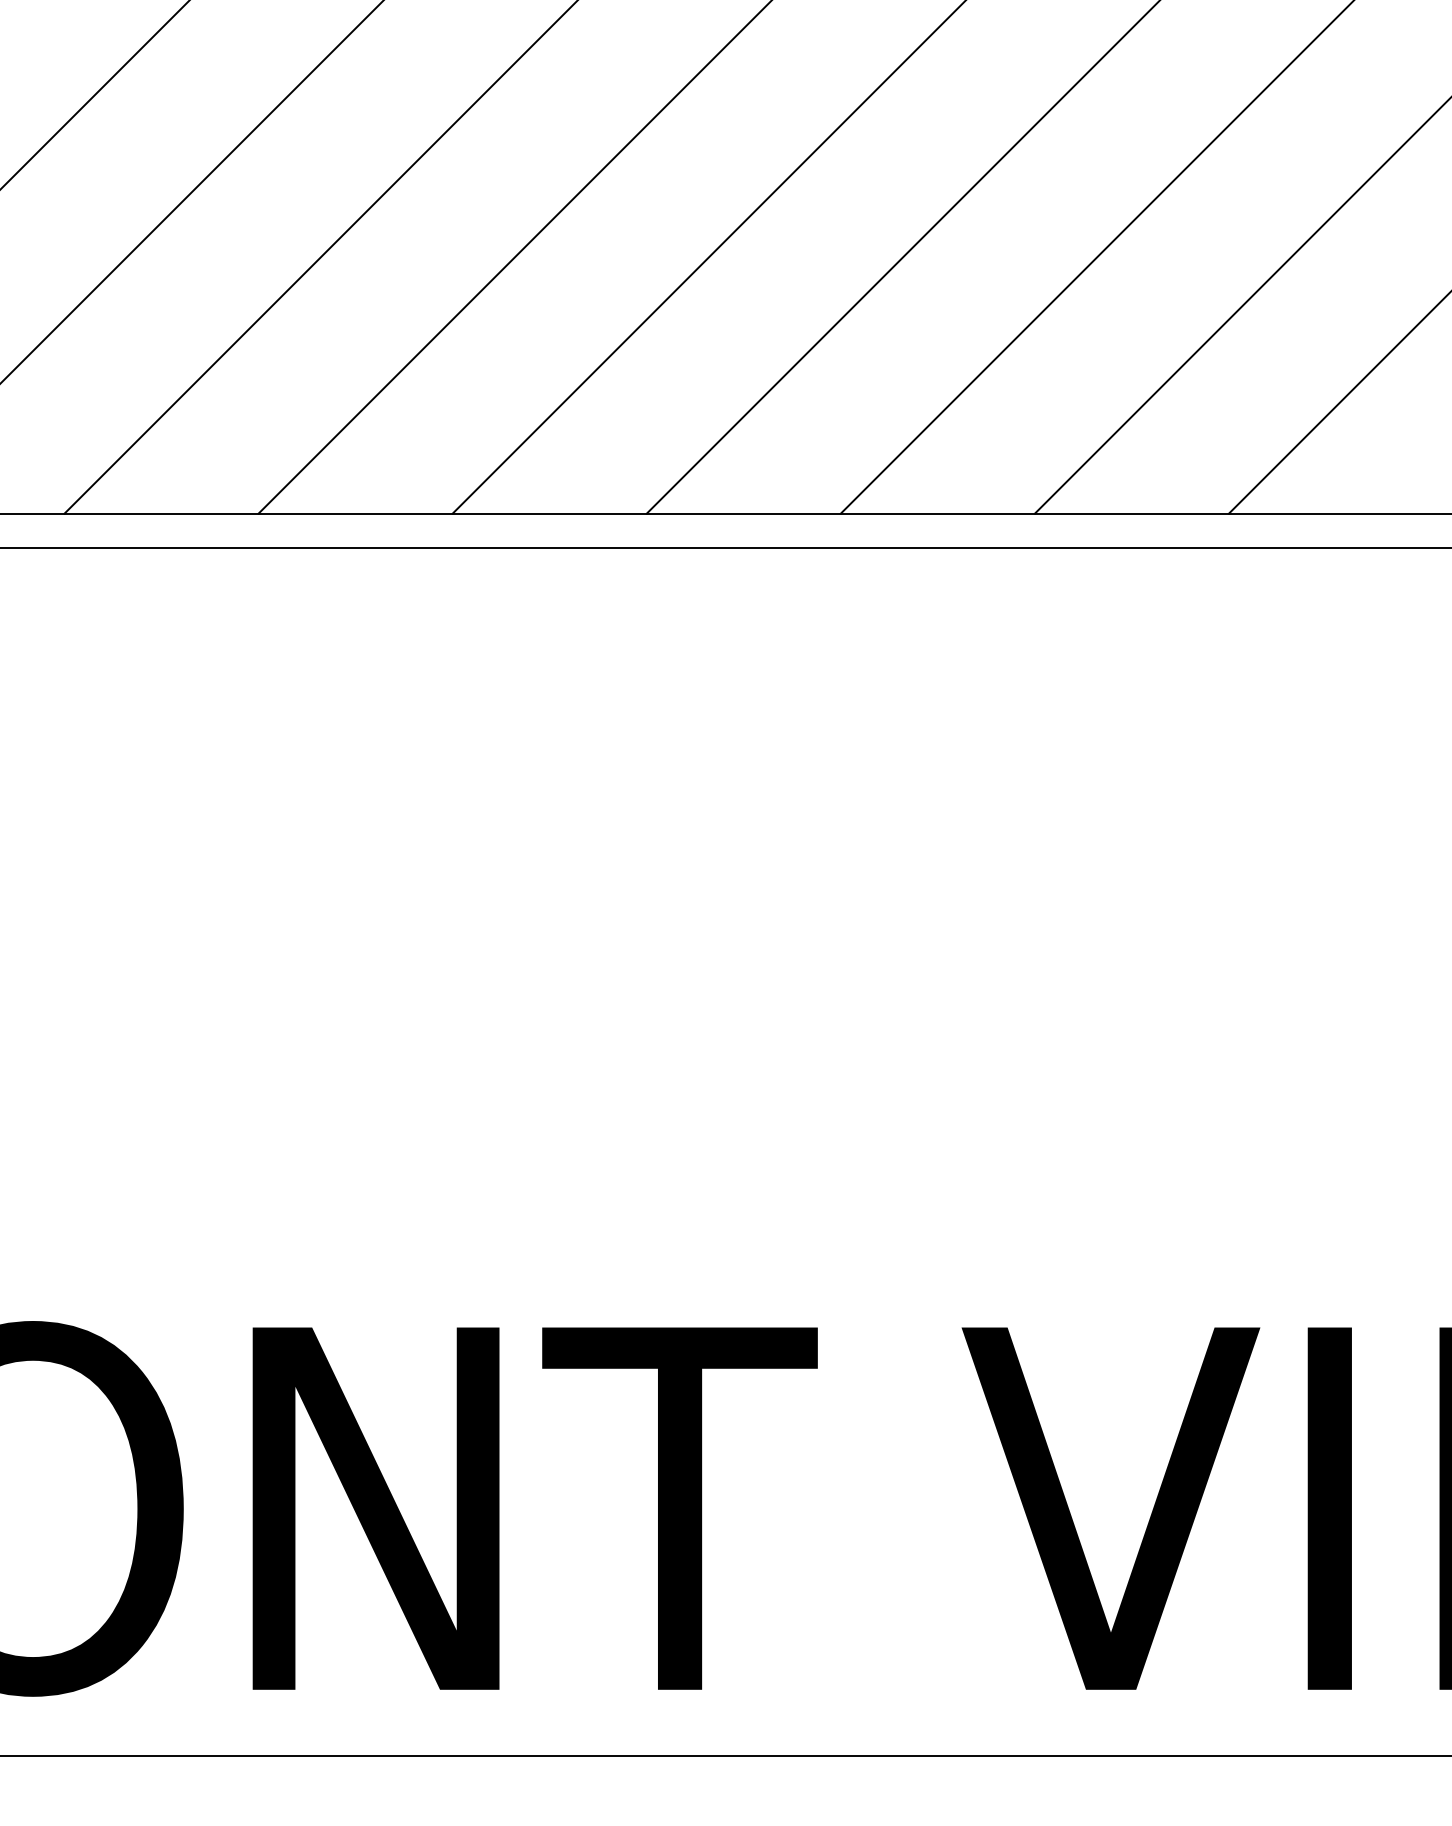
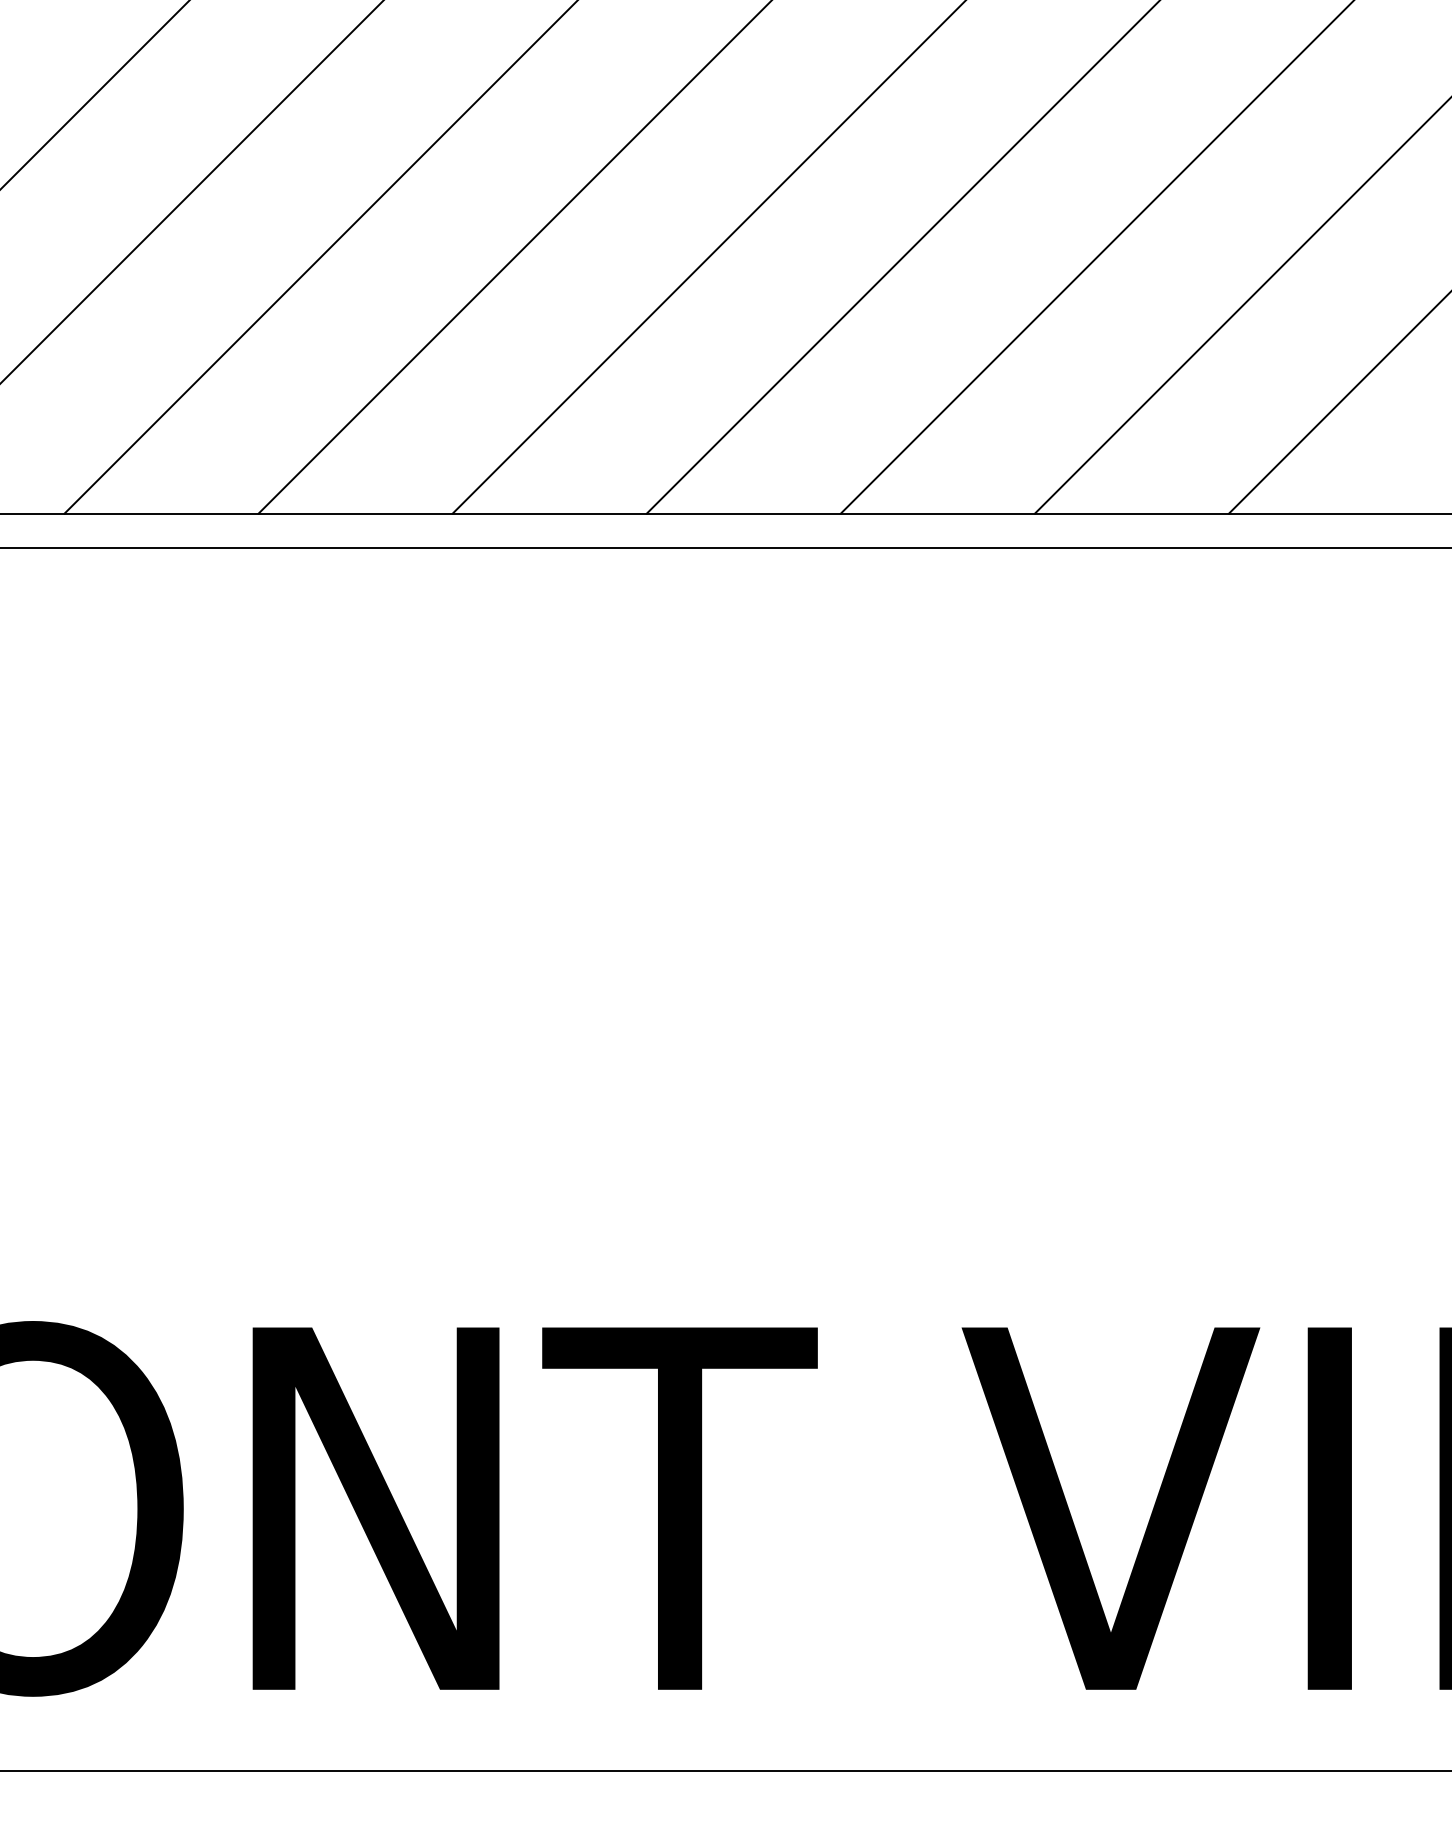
line at (725, 1756) position: (725, 1756) -> (725, 1771)
